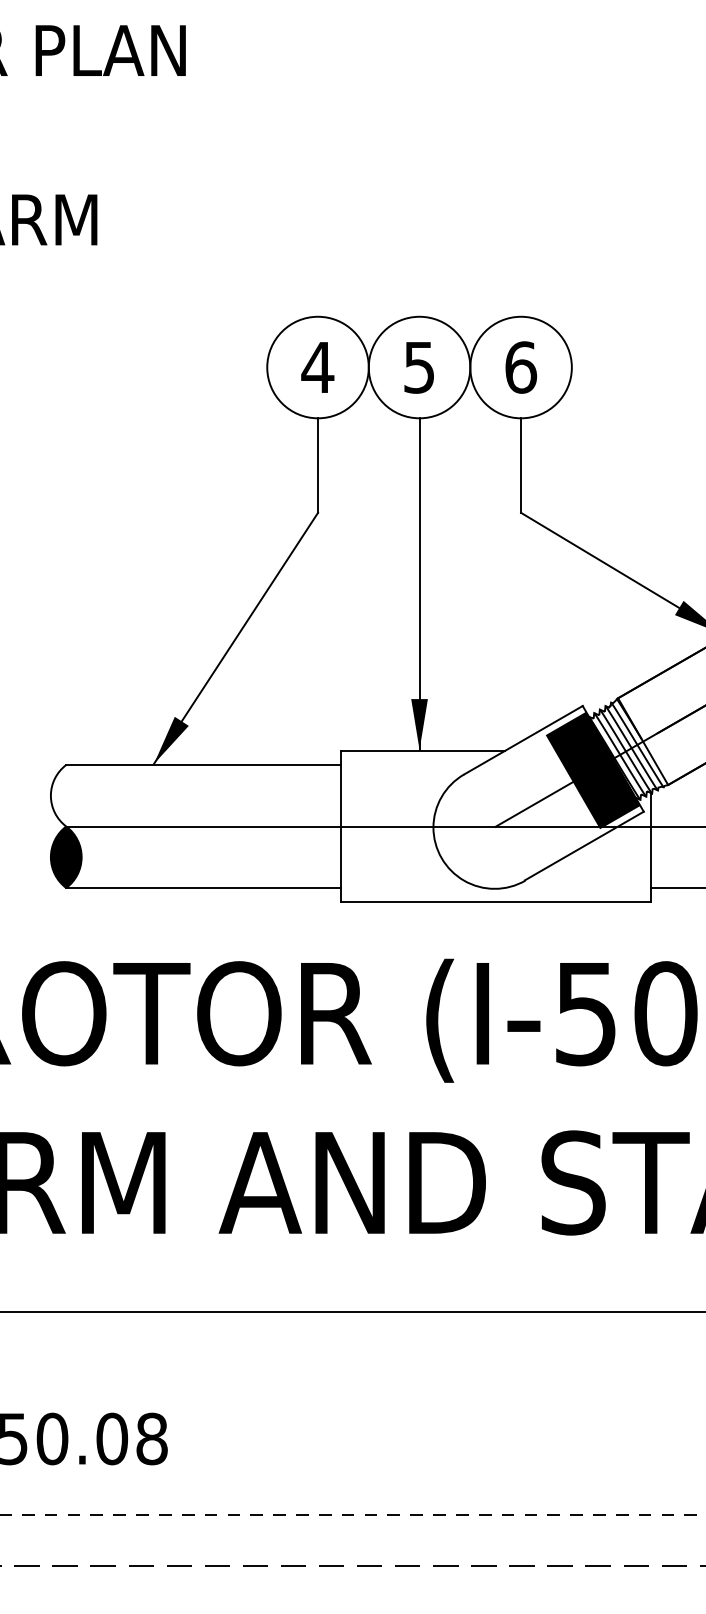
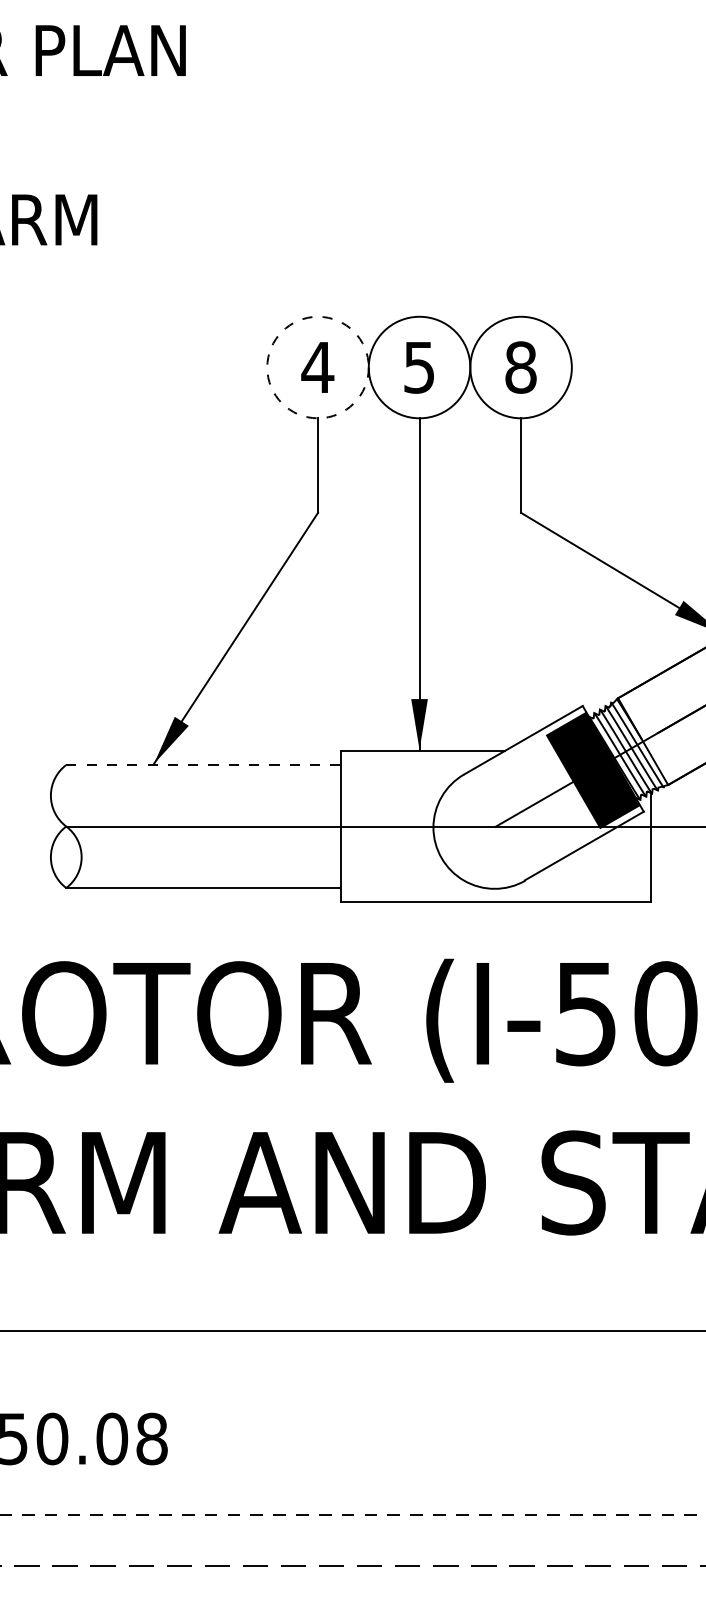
circle at (317, 367): solid -> dashed
text at (521, 367): 6 -> 8
line at (204, 765): solid -> dashed
fill at (65, 857): present -> none
line at (676, 888): present -> none
line at (352, 1311) position: (352, 1311) -> (352, 1330)
